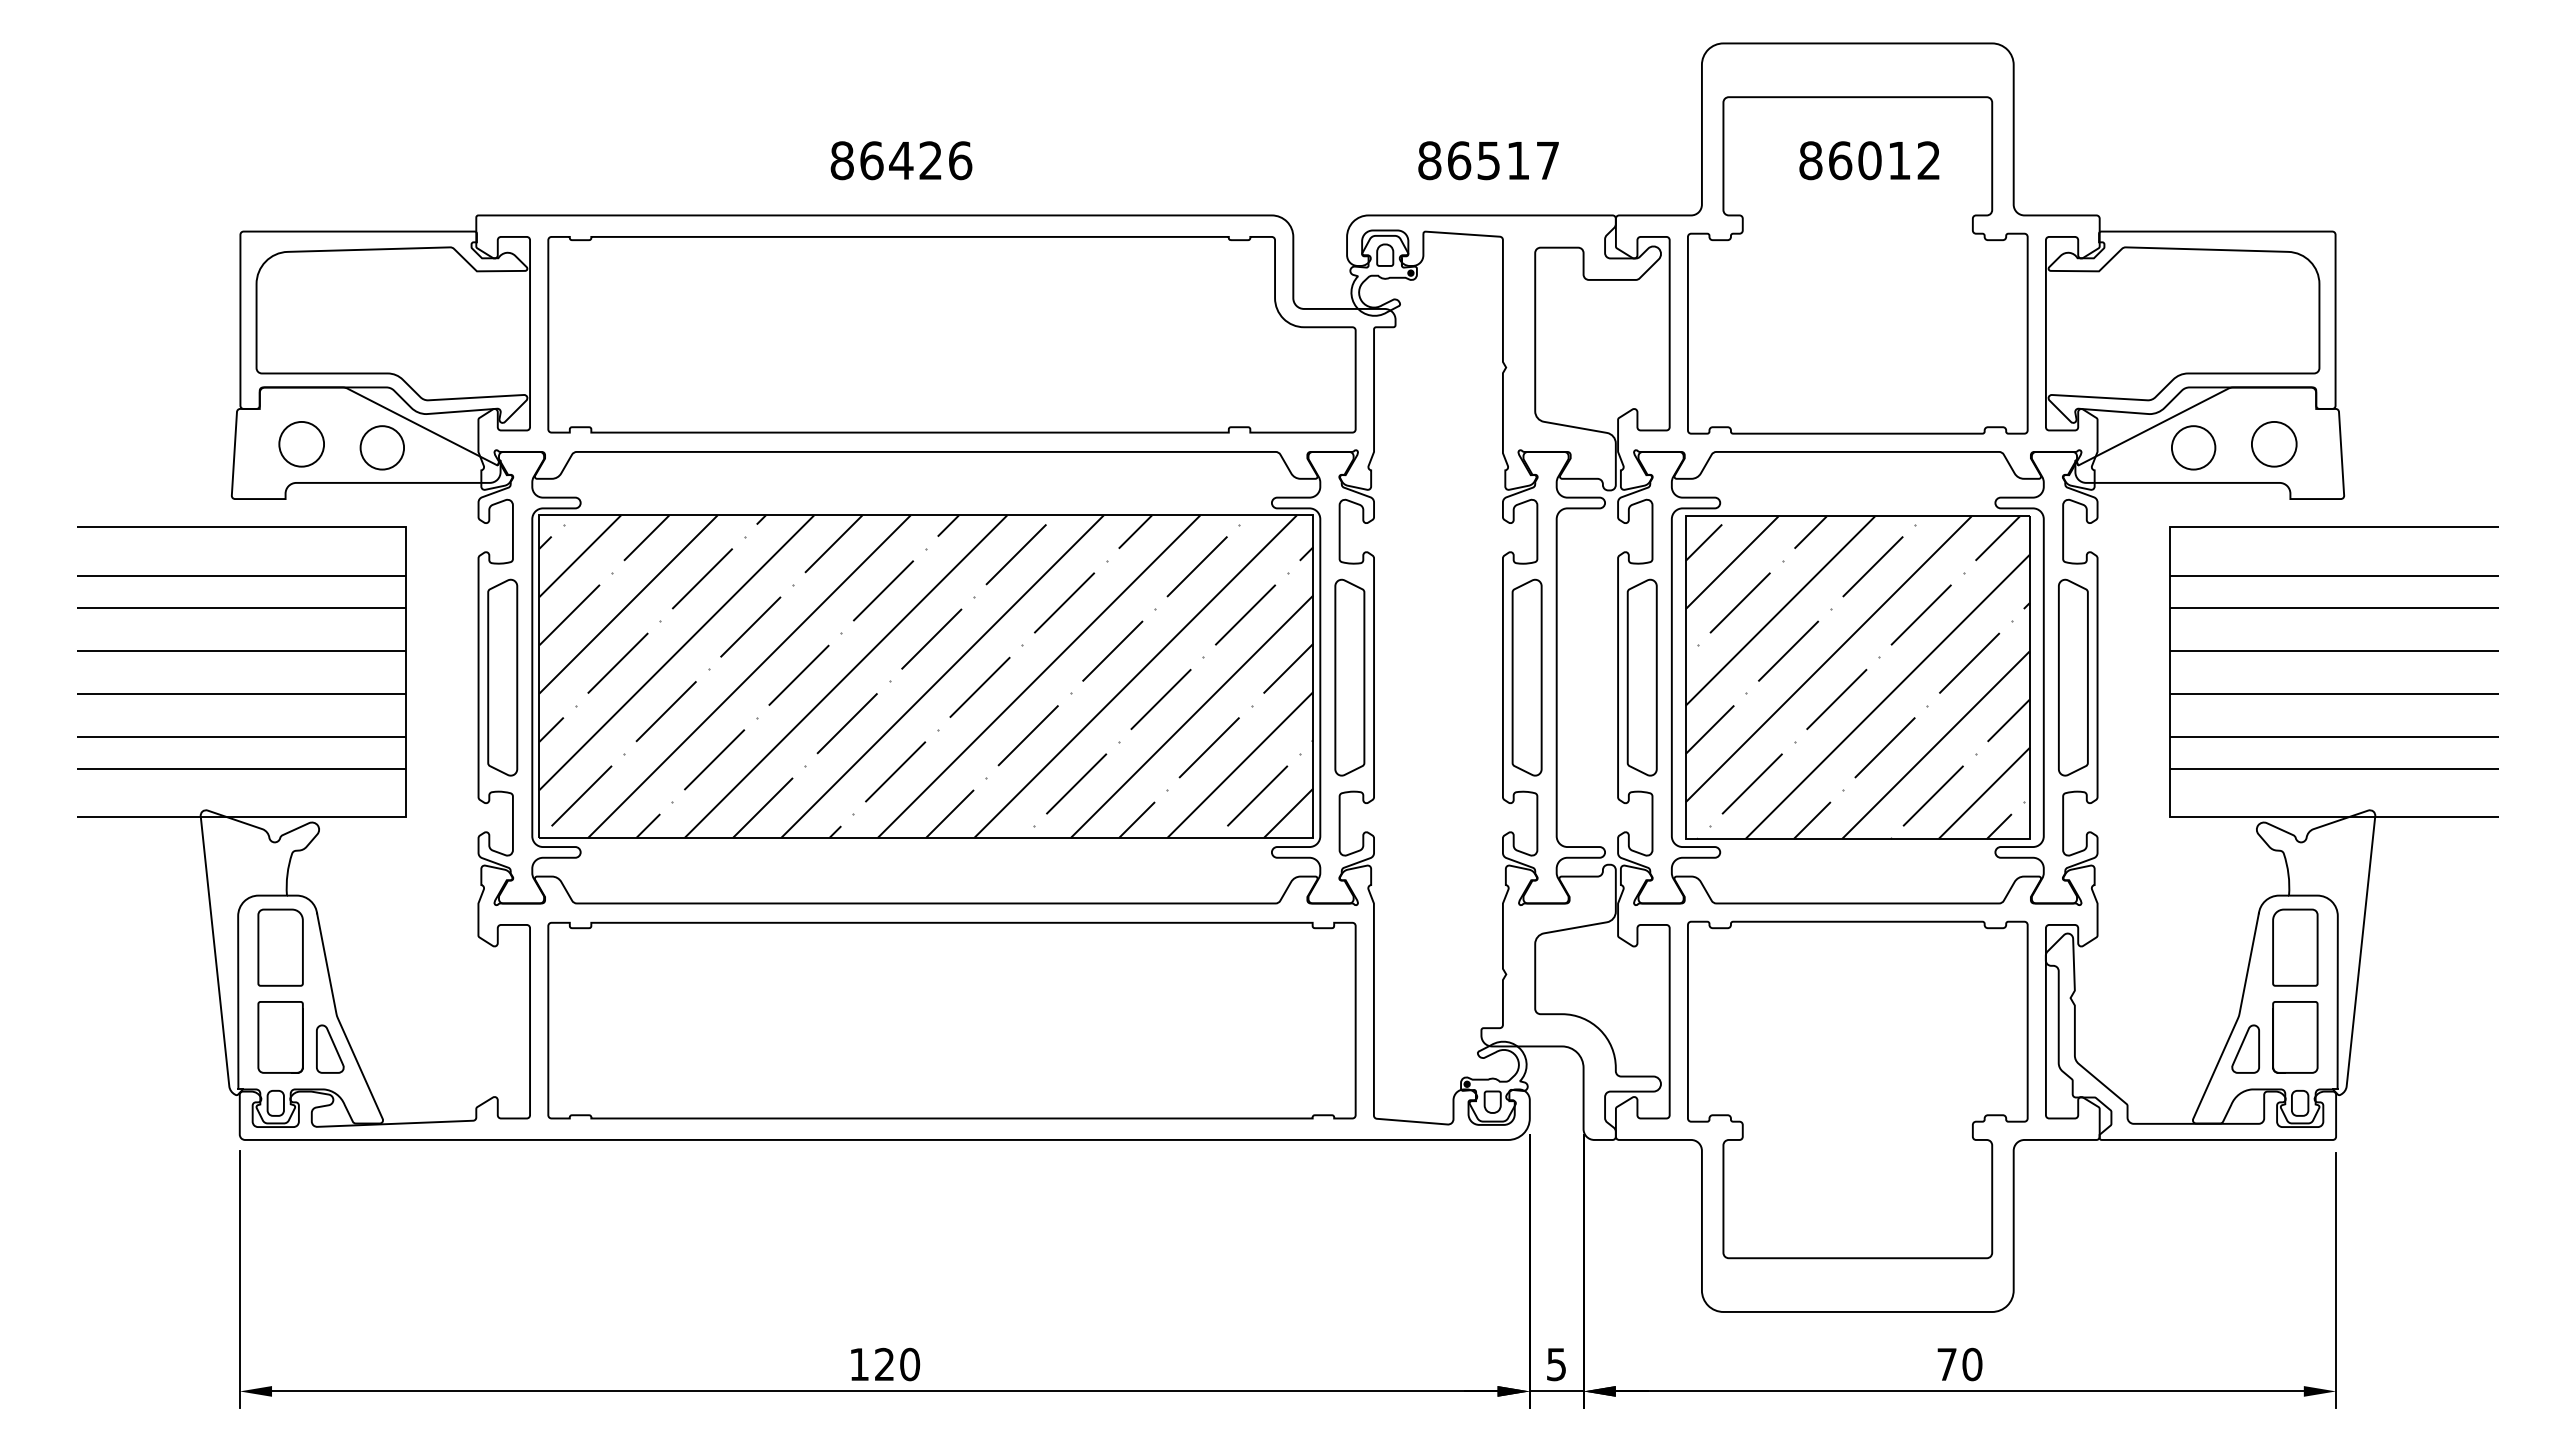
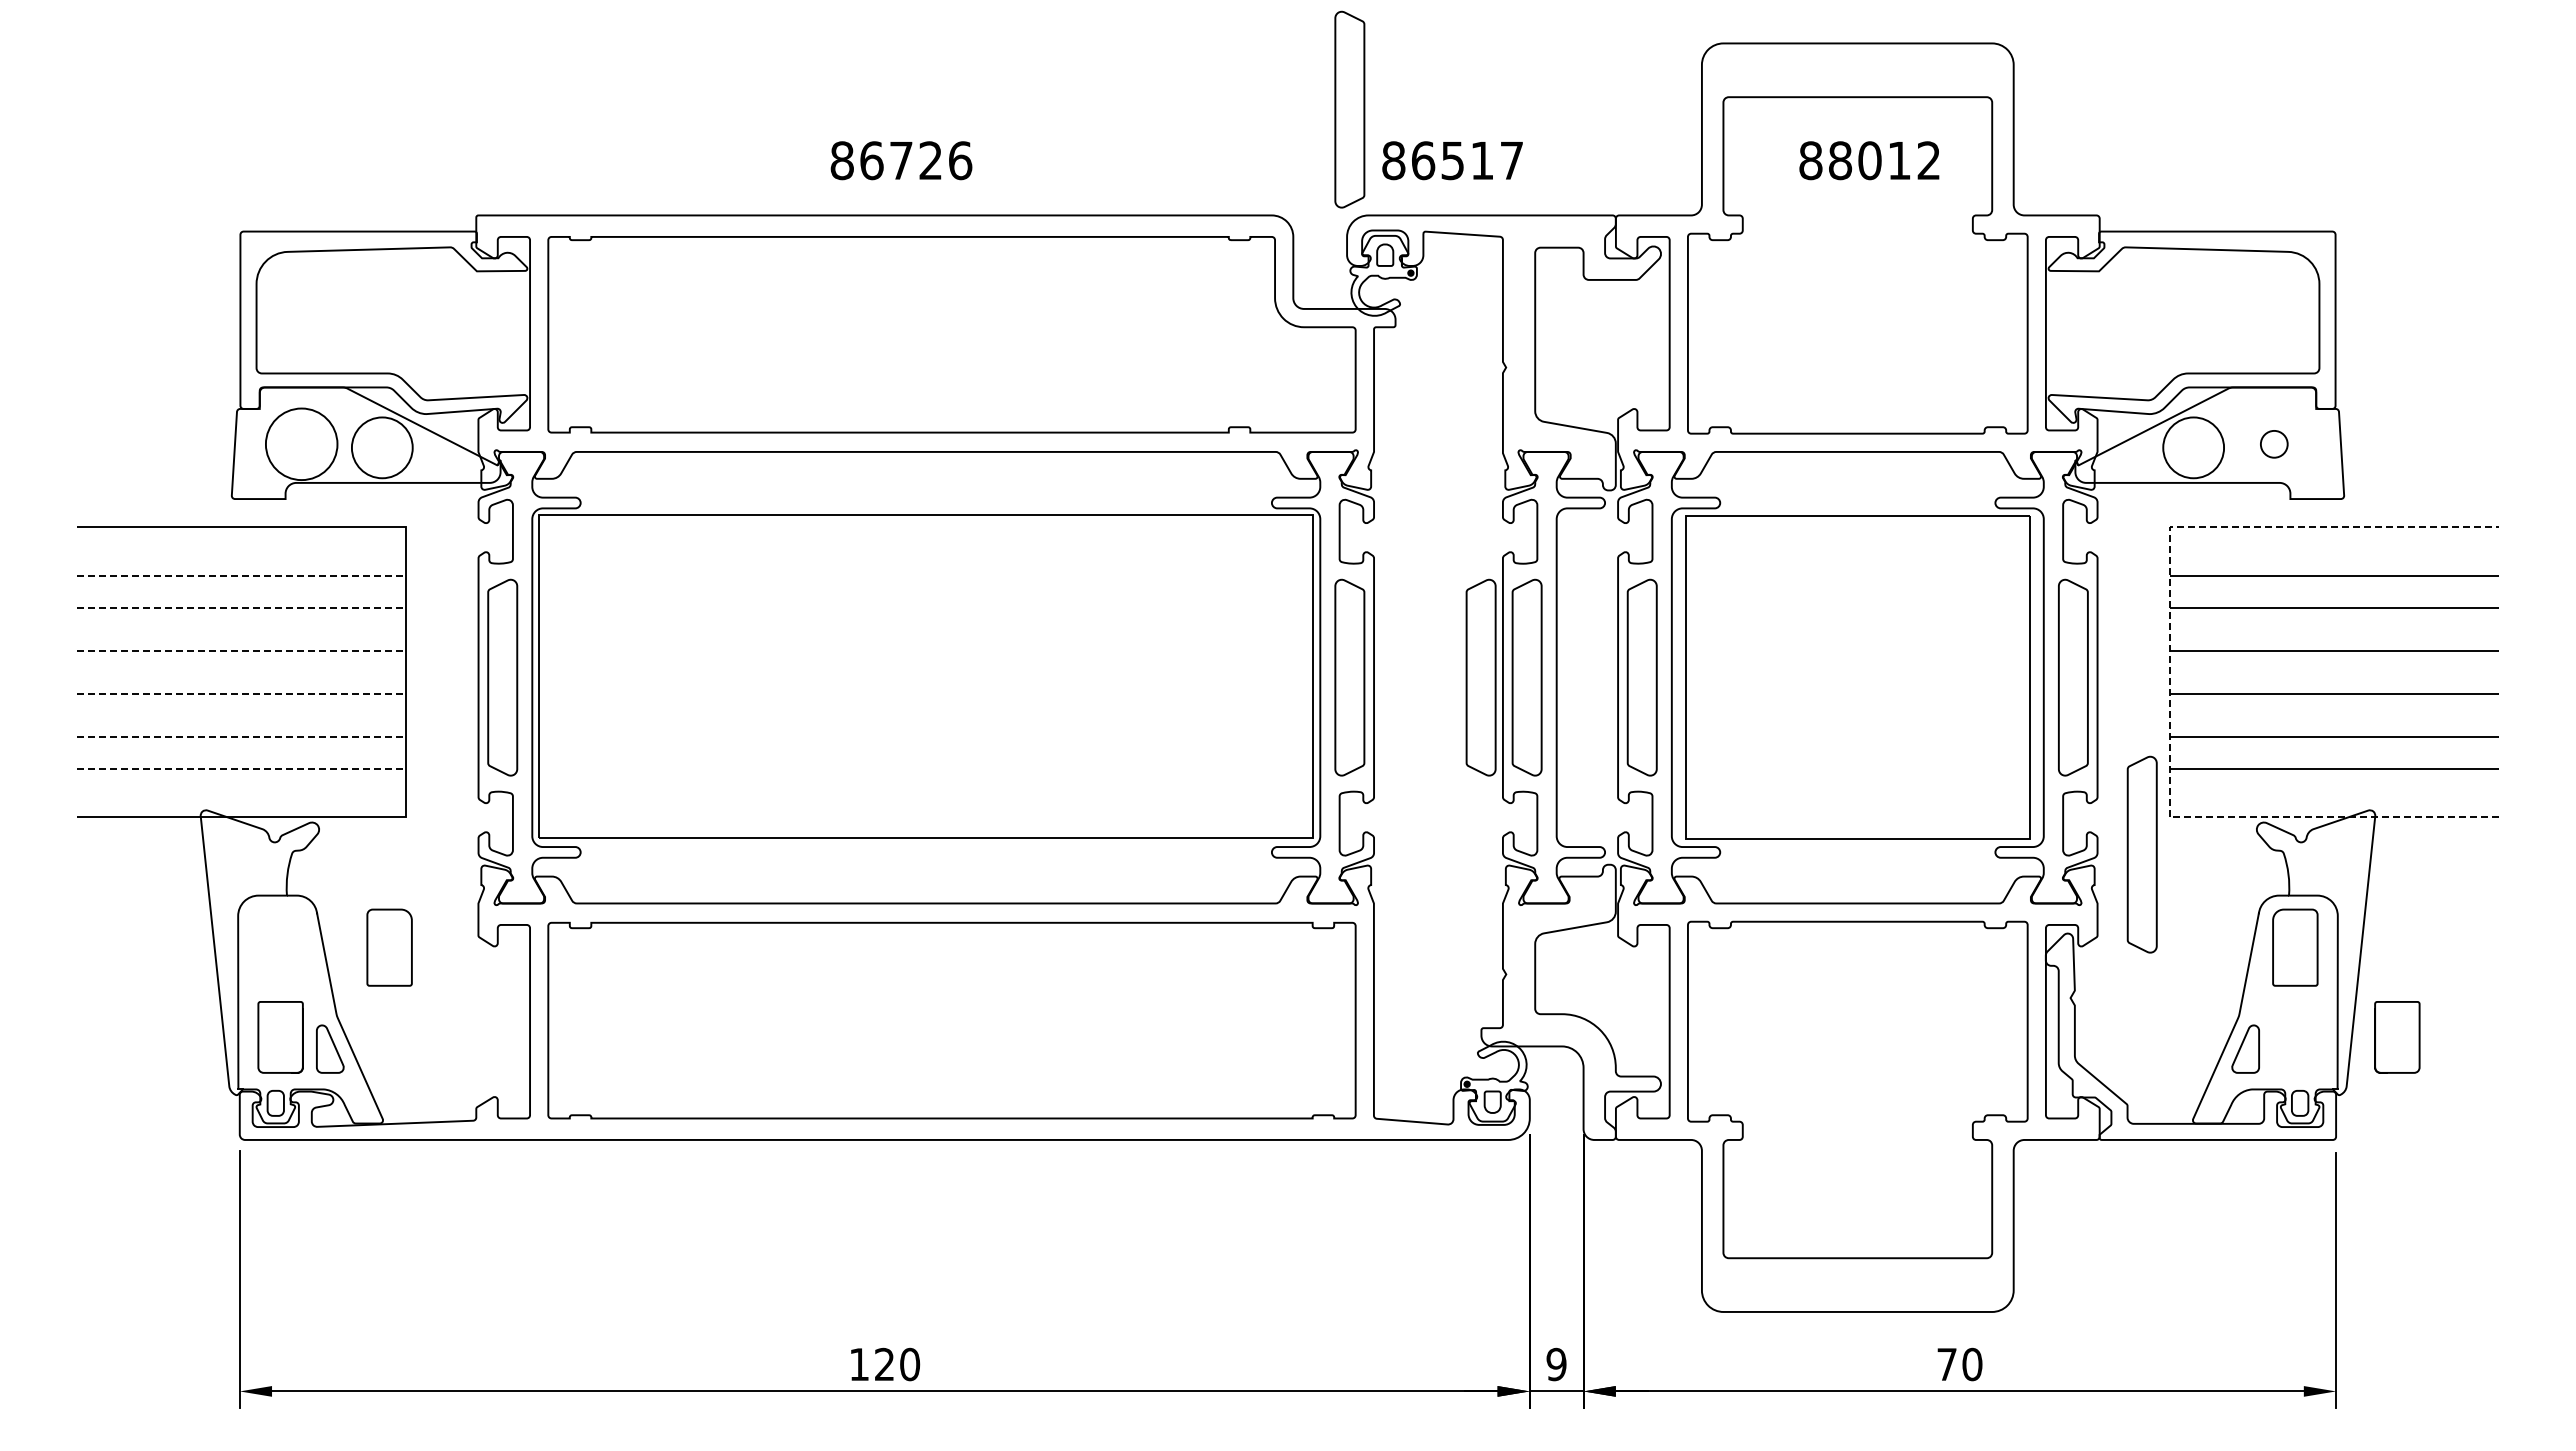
part at (1349, 109): none -> present
text at (901, 160): 86426 -> 86726
text at (1488, 160) position: (1488, 160) -> (1452, 160)
text at (1840, 160): 86012 -> 88012
circle at (301, 443) diameter: 45 px -> 72 px
circle at (2273, 443) diameter: 45 px -> 27 px
circle at (382, 447) diameter: 43 px -> 61 px
circle at (2193, 447) diameter: 43 px -> 61 px
line at (241, 575): solid -> dashed
line at (241, 607): solid -> dashed
line at (241, 650): solid -> dashed
line at (2169, 671): solid -> dashed
hatch at (926, 676): present -> none
part at (1480, 677): none -> present
hatch at (1857, 677): present -> none
line at (241, 693): solid -> dashed
line at (241, 736): solid -> dashed
line at (241, 769): solid -> dashed
part at (2141, 854): none -> present
part at (280, 947) position: (280, 947) -> (389, 947)
part at (2295, 1037) position: (2295, 1037) -> (2397, 1037)
text at (1556, 1363): 5 -> 9
